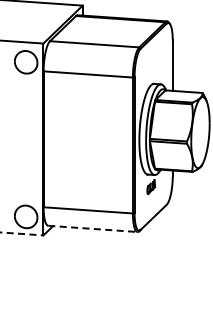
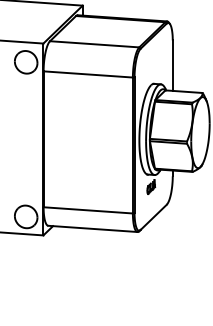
line at (92, 228): dashed -> solid
line at (22, 233): dashed -> solid
